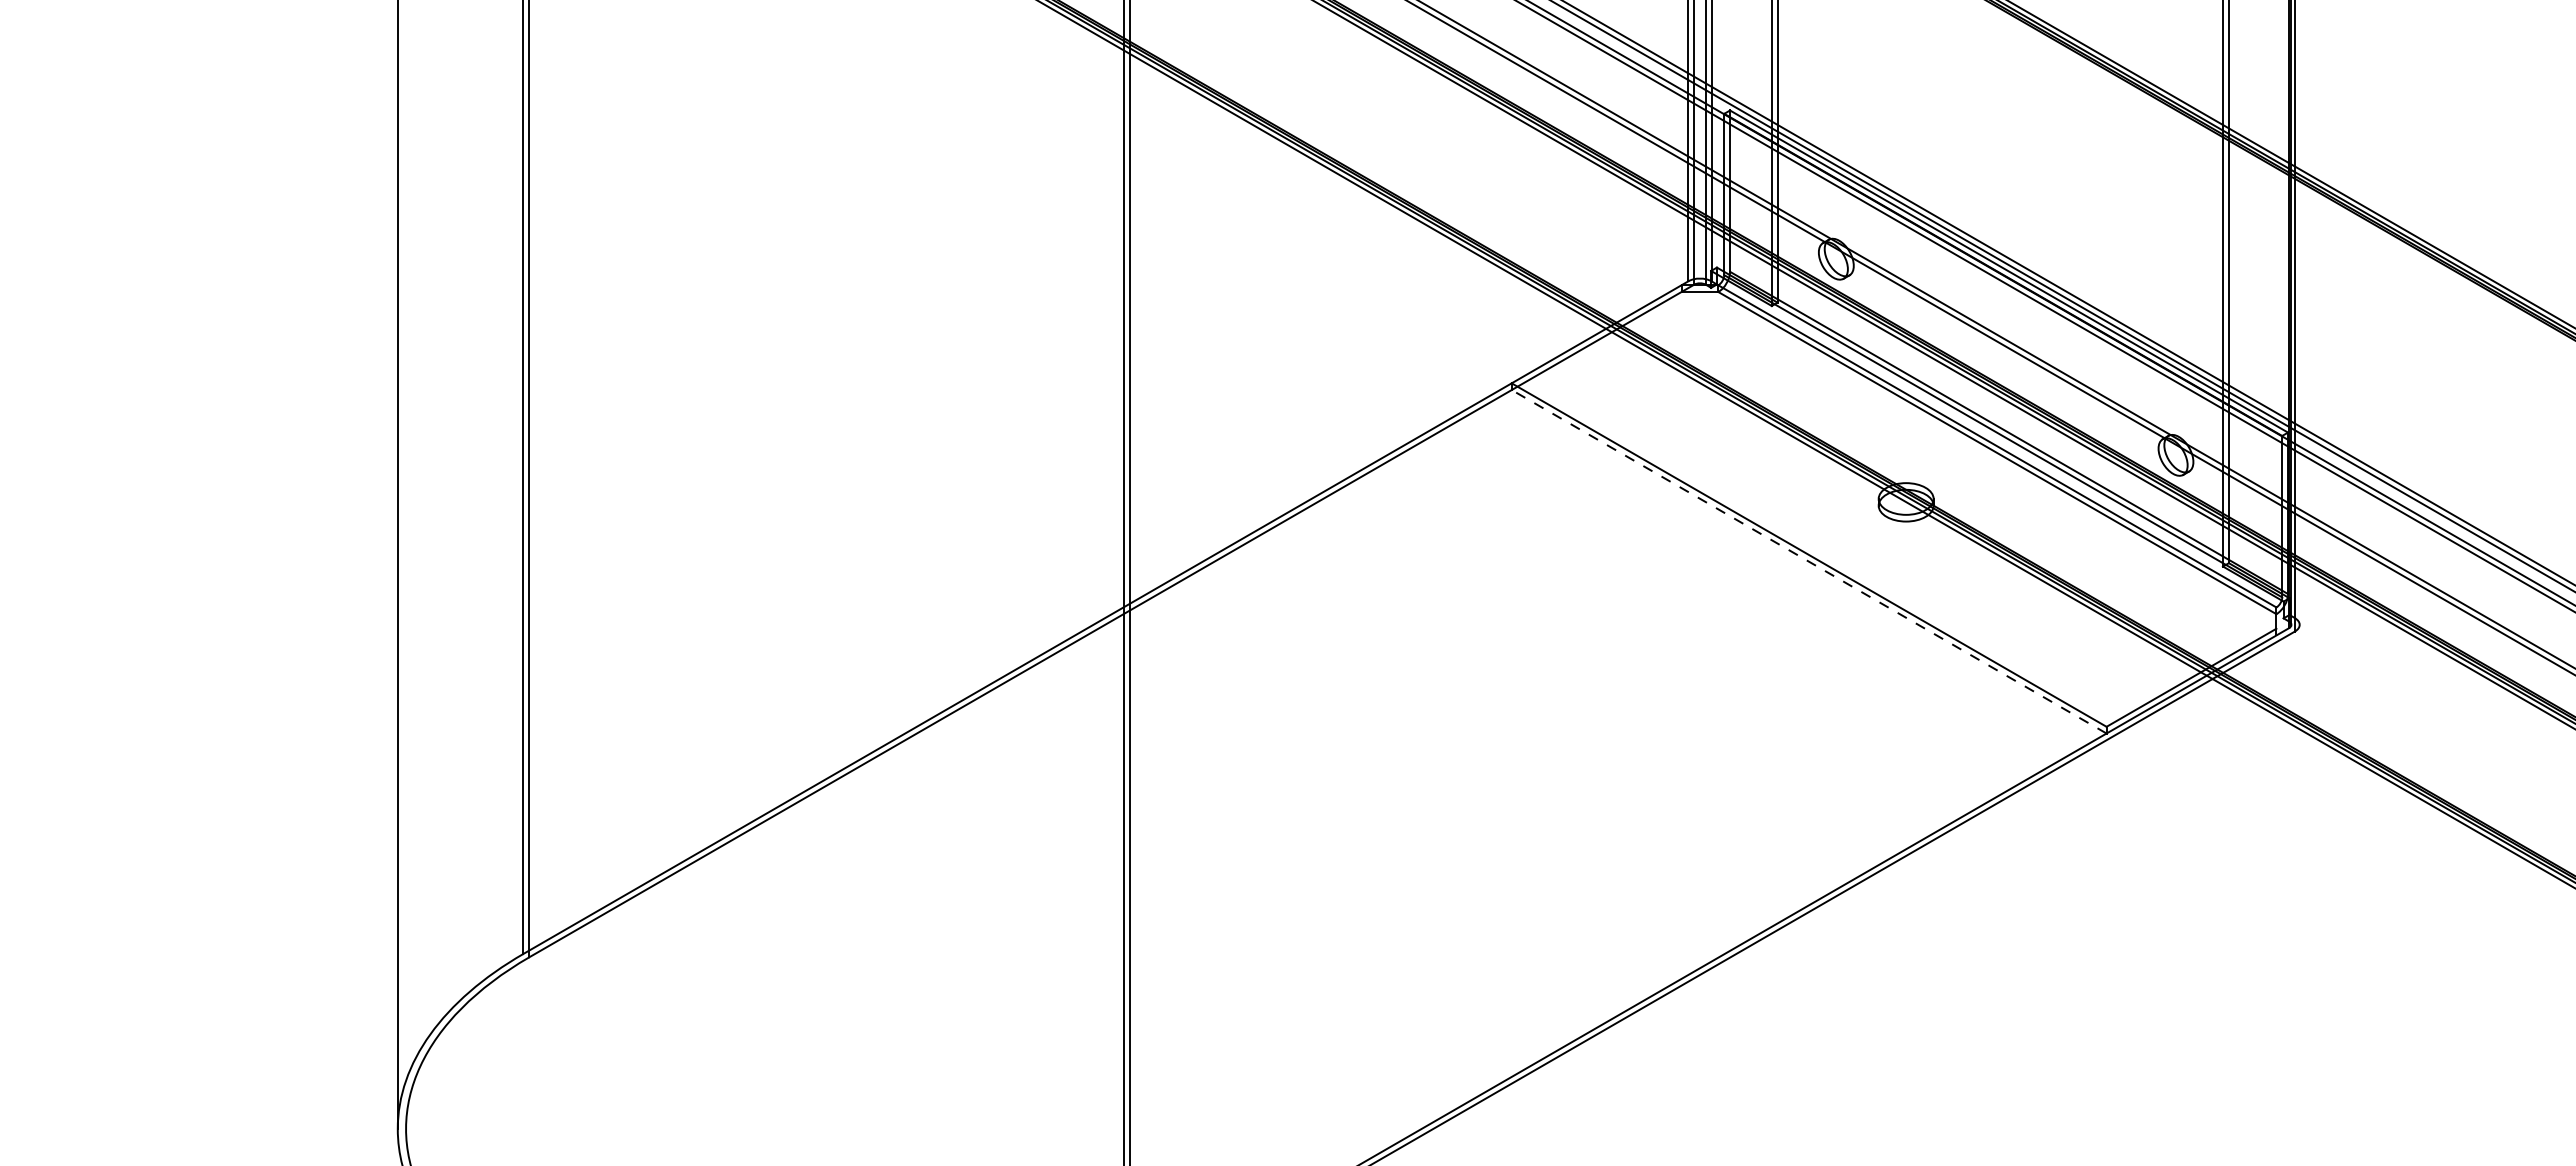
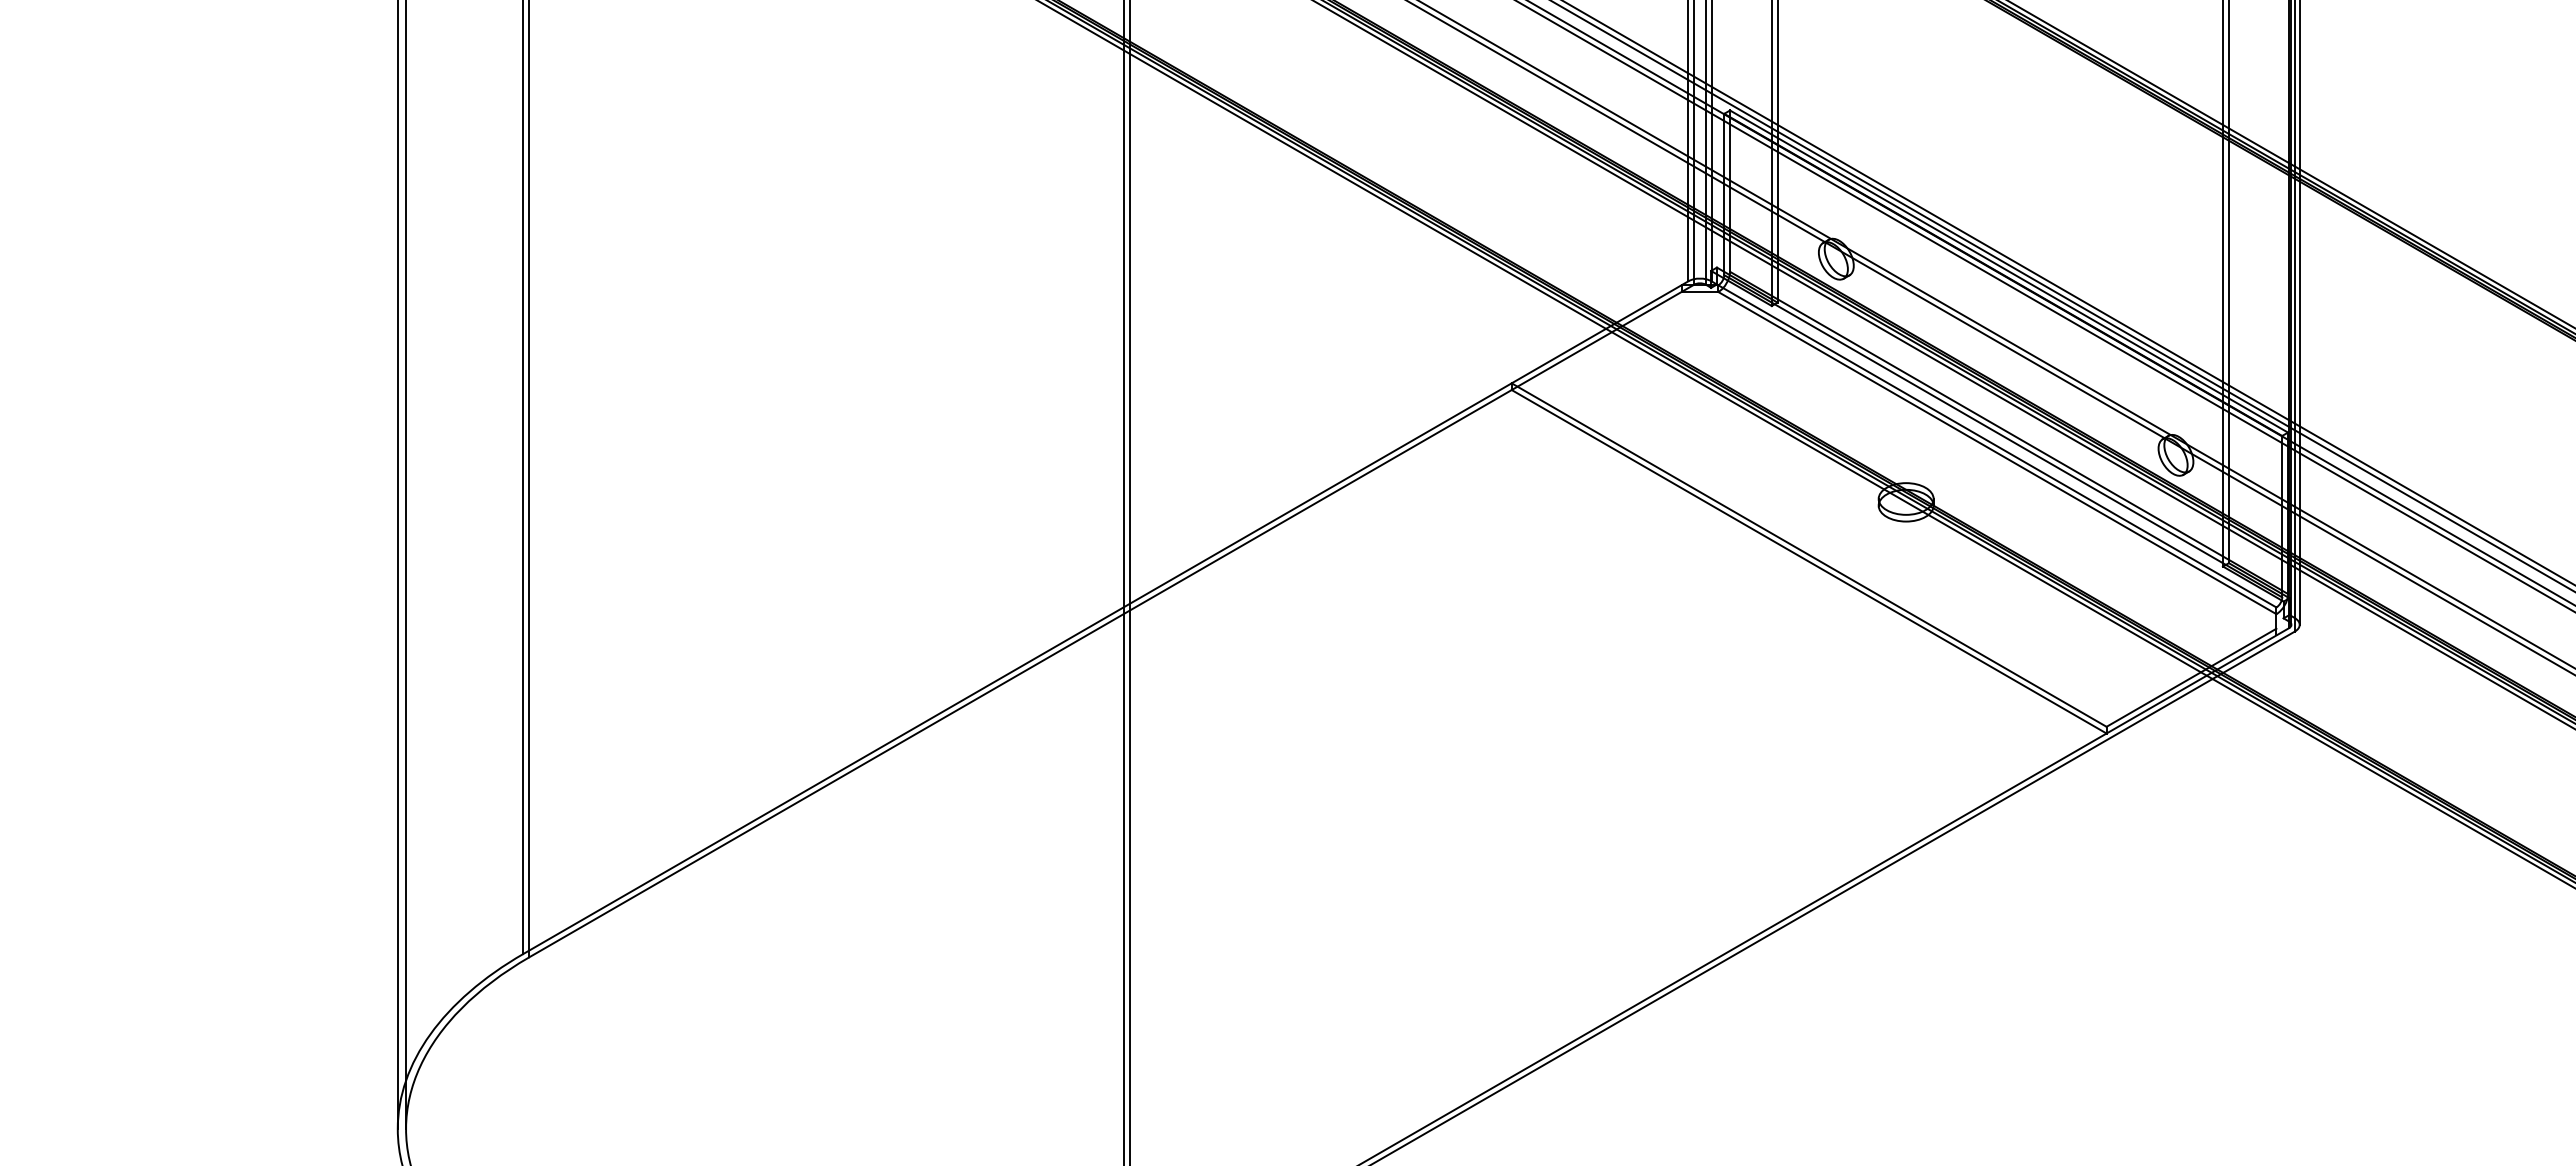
line at (2299, 313): none -> present
line at (1808, 561): dashed -> solid
line at (405, 565): none -> present
